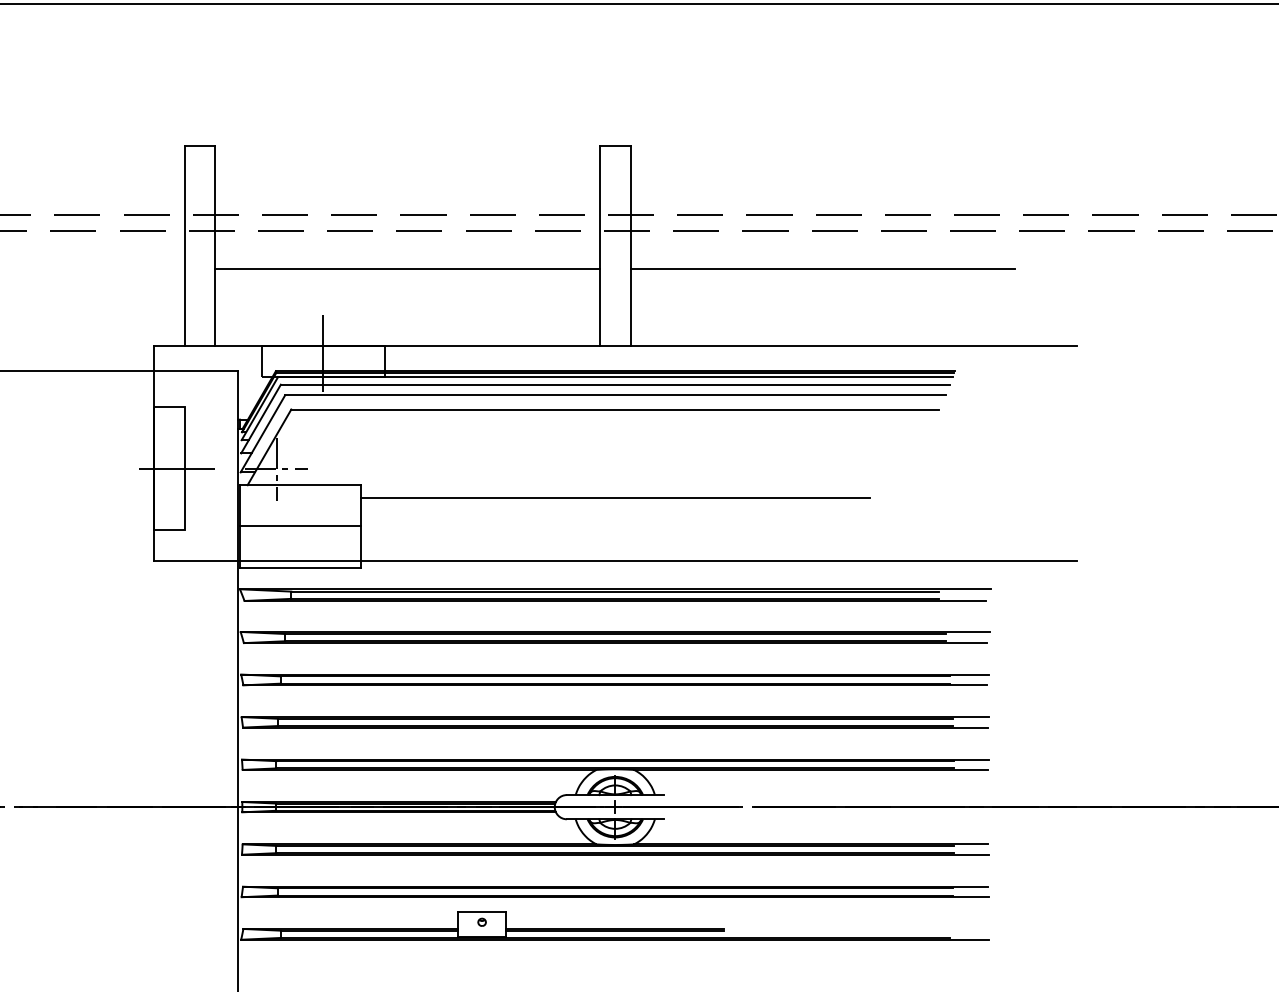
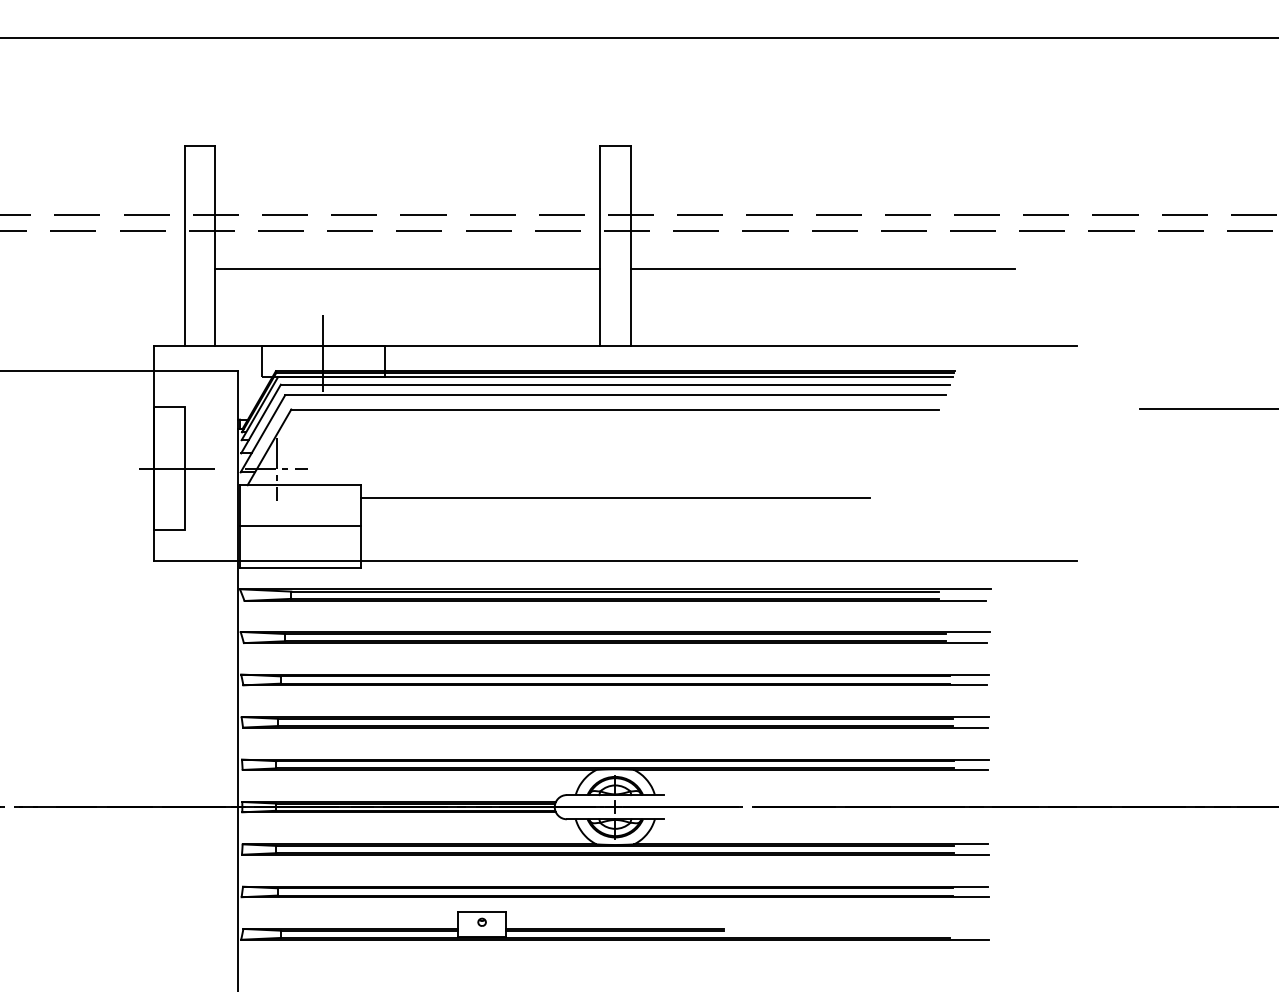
line at (638, 4) position: (638, 4) -> (638, 38)
line at (1207, 408): none -> present
